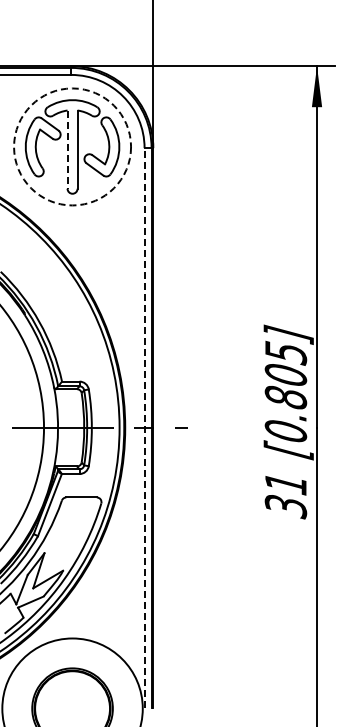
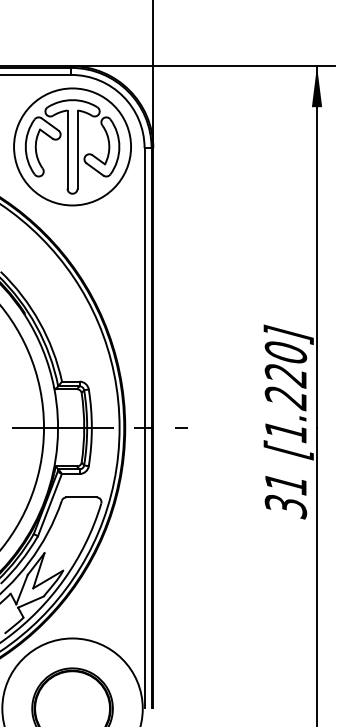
circle at (72, 146): dashed -> solid
line at (67, 150): dashed -> solid
text at (285, 391): [0.805] -> [1.220]
line at (144, 427): dashed -> solid
